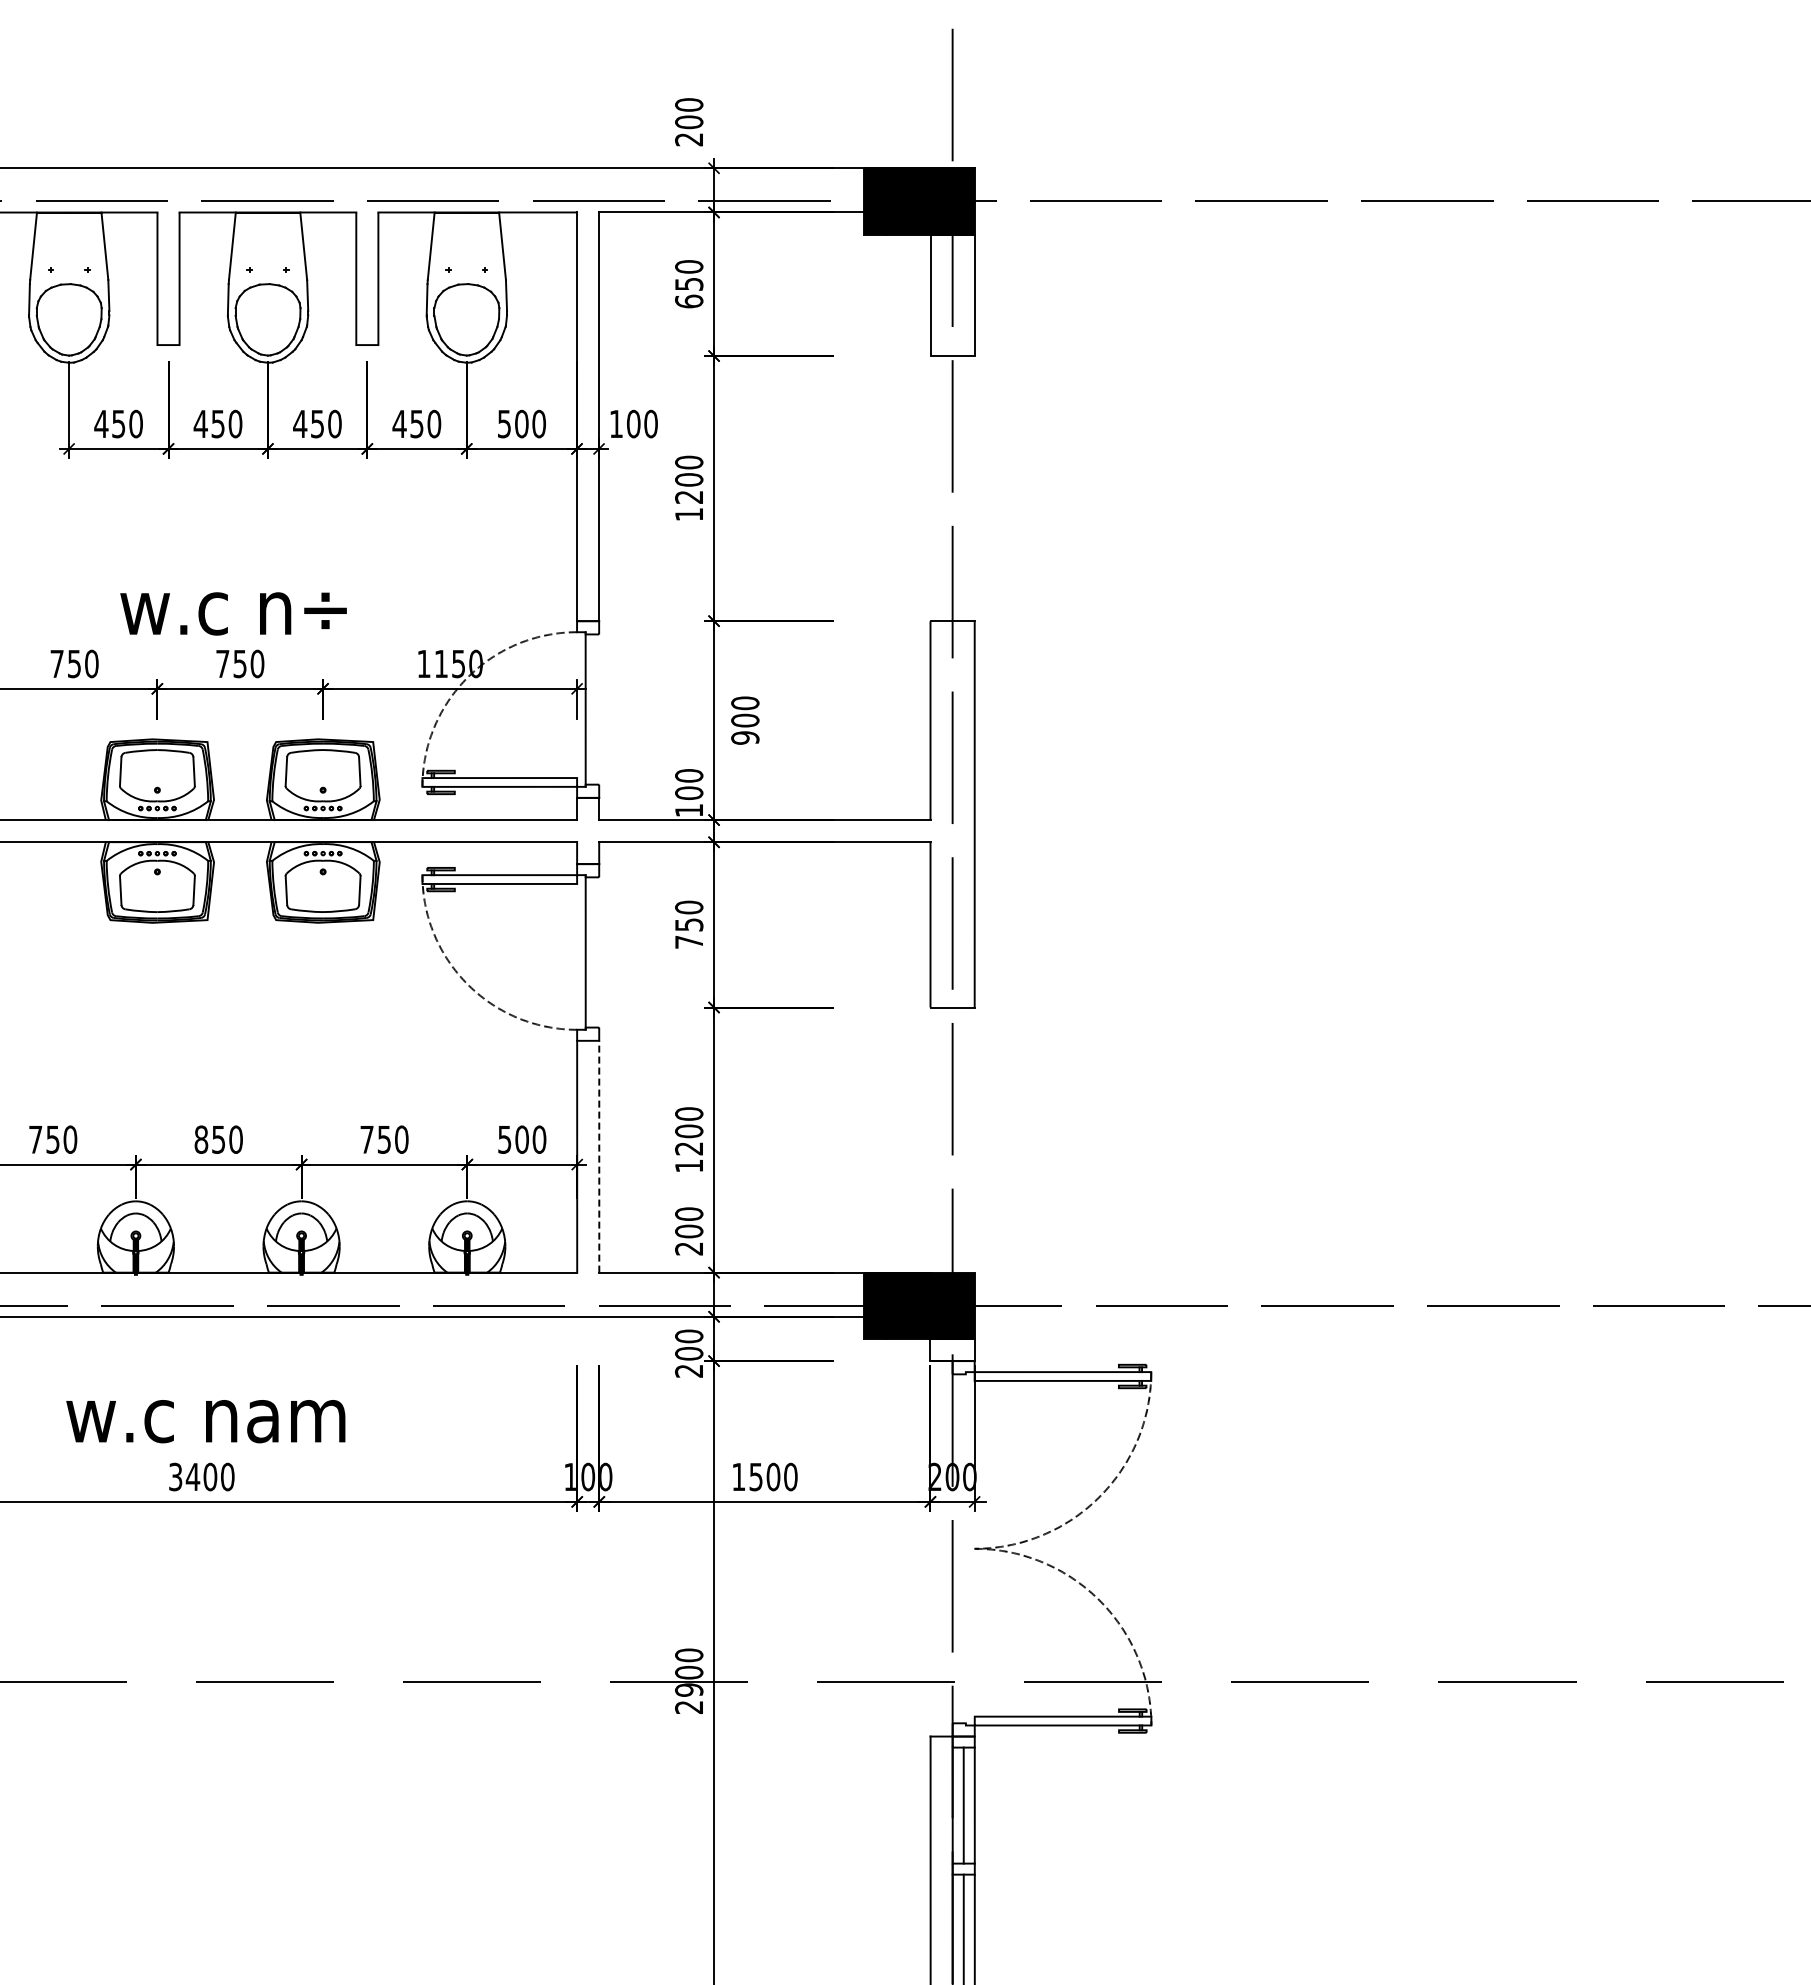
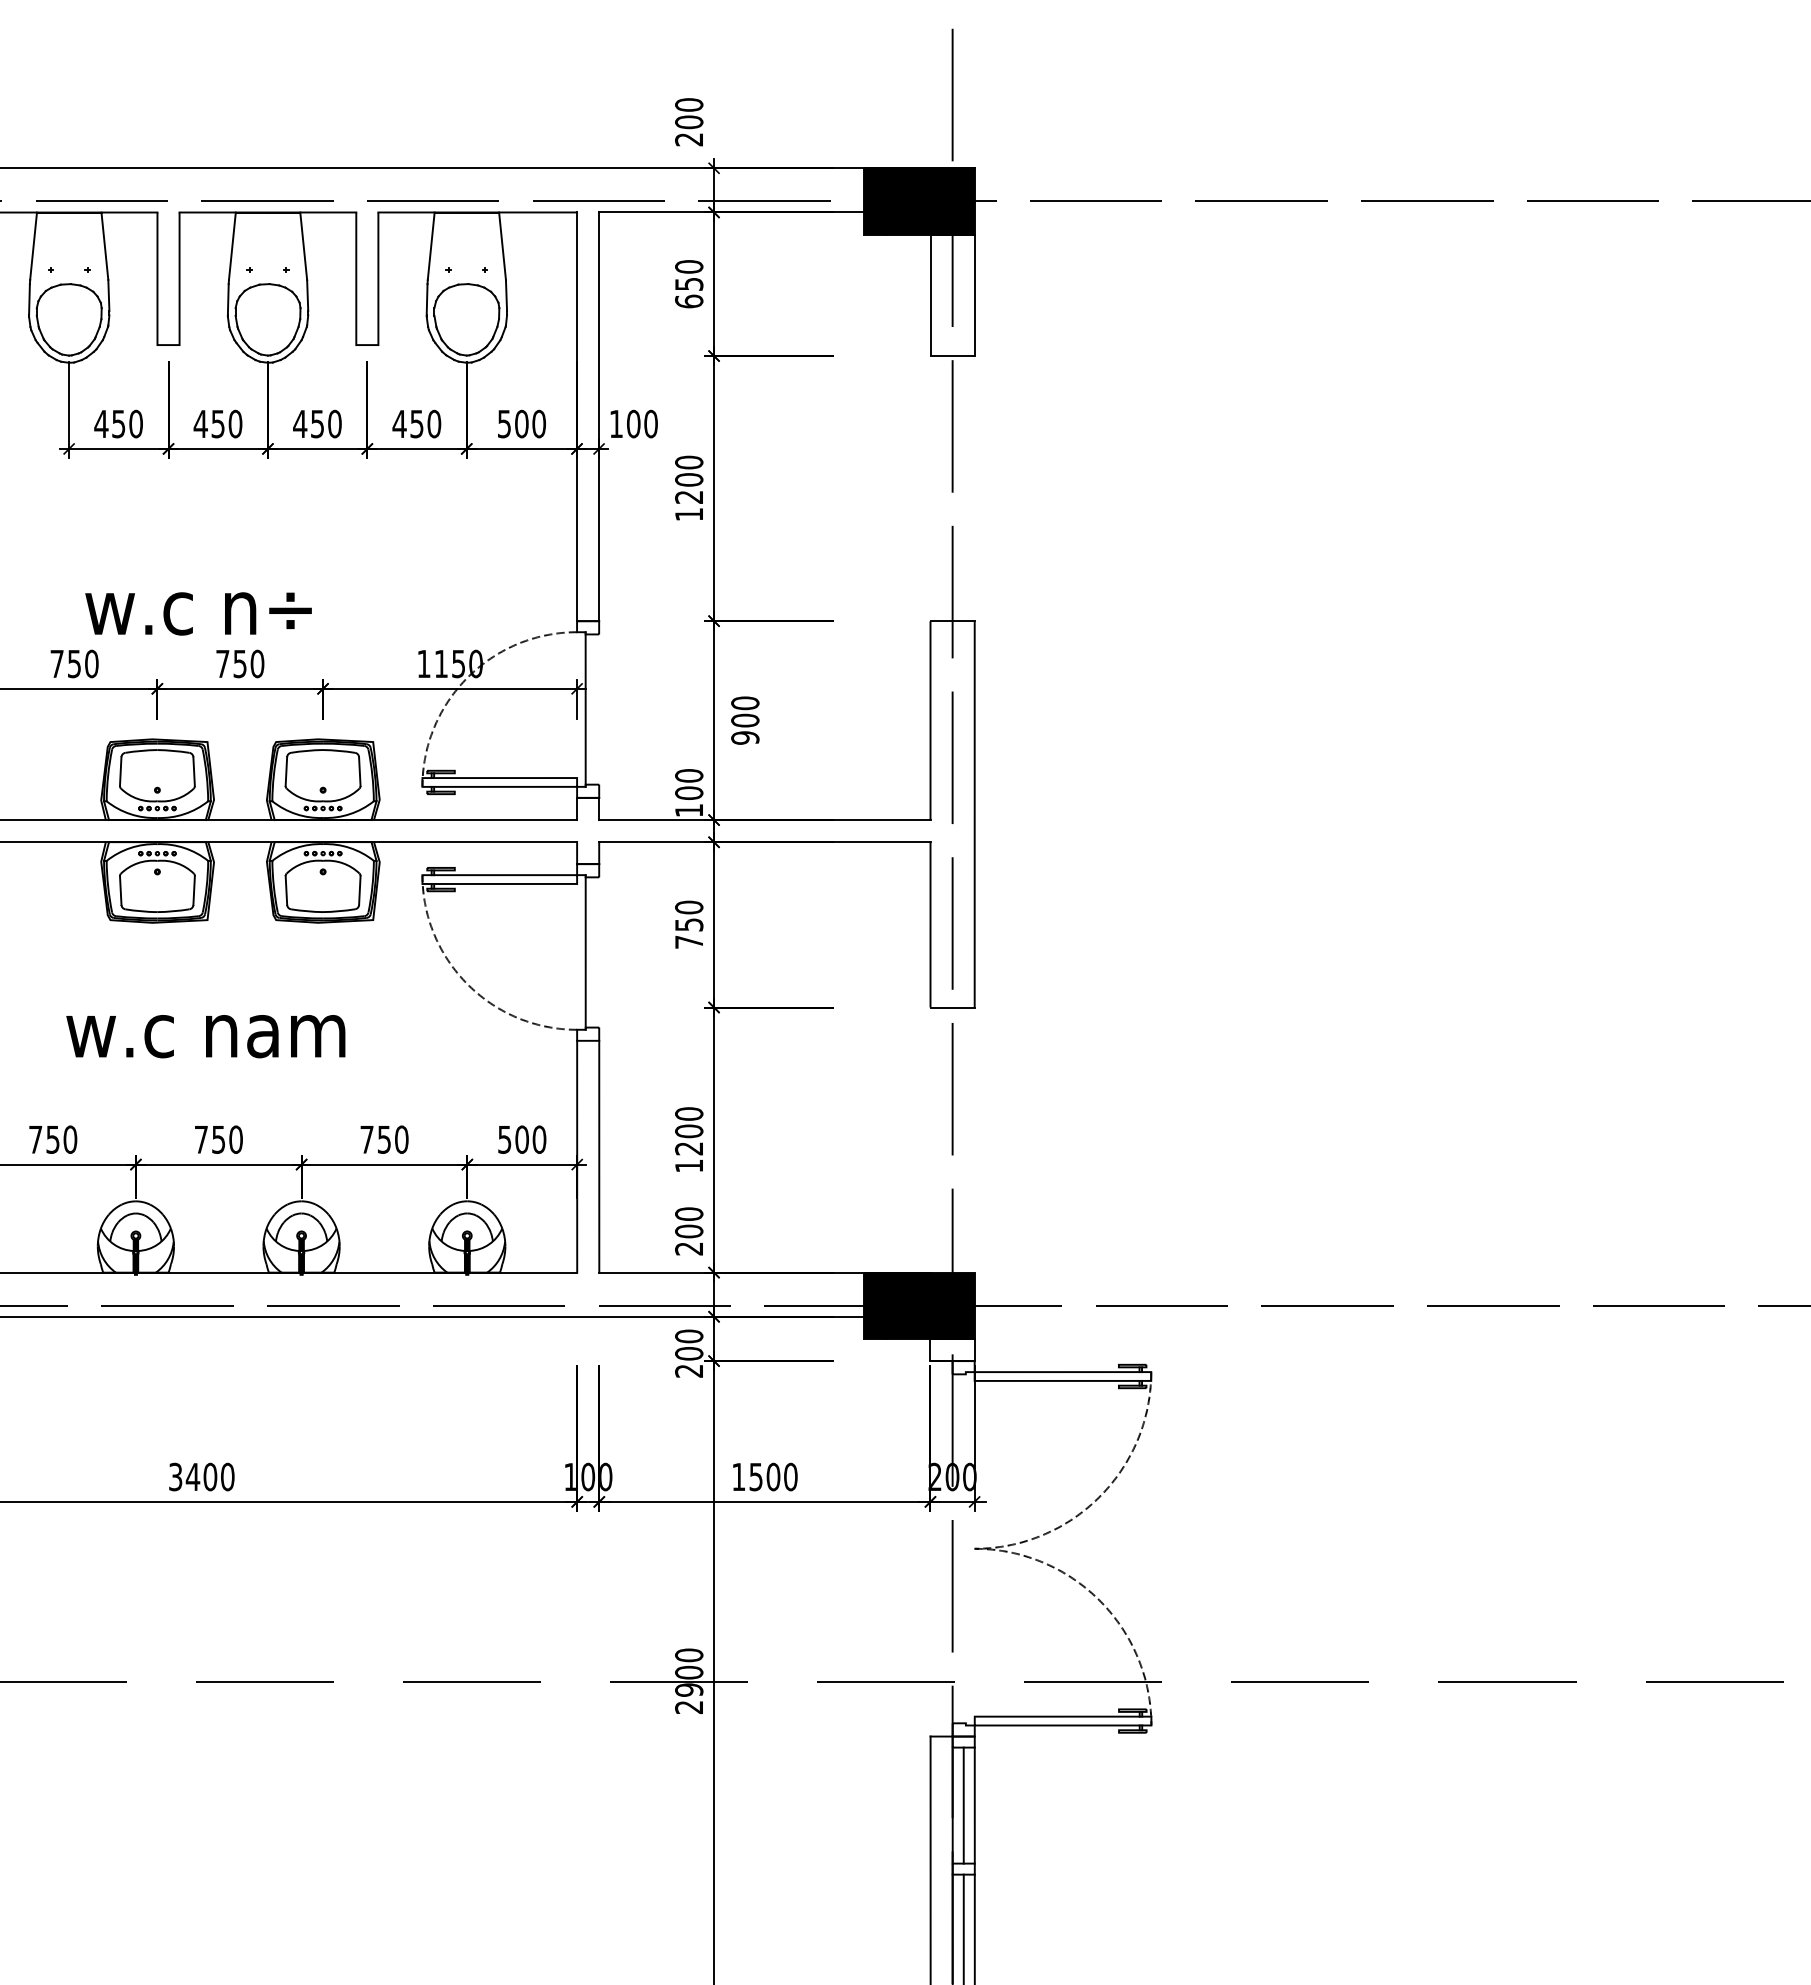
text at (233, 613) position: (233, 613) -> (198, 613)
text at (201, 1139): 850 -> 750
line at (599, 1156): dashed -> solid
text at (205, 1421) position: (205, 1421) -> (205, 1036)
